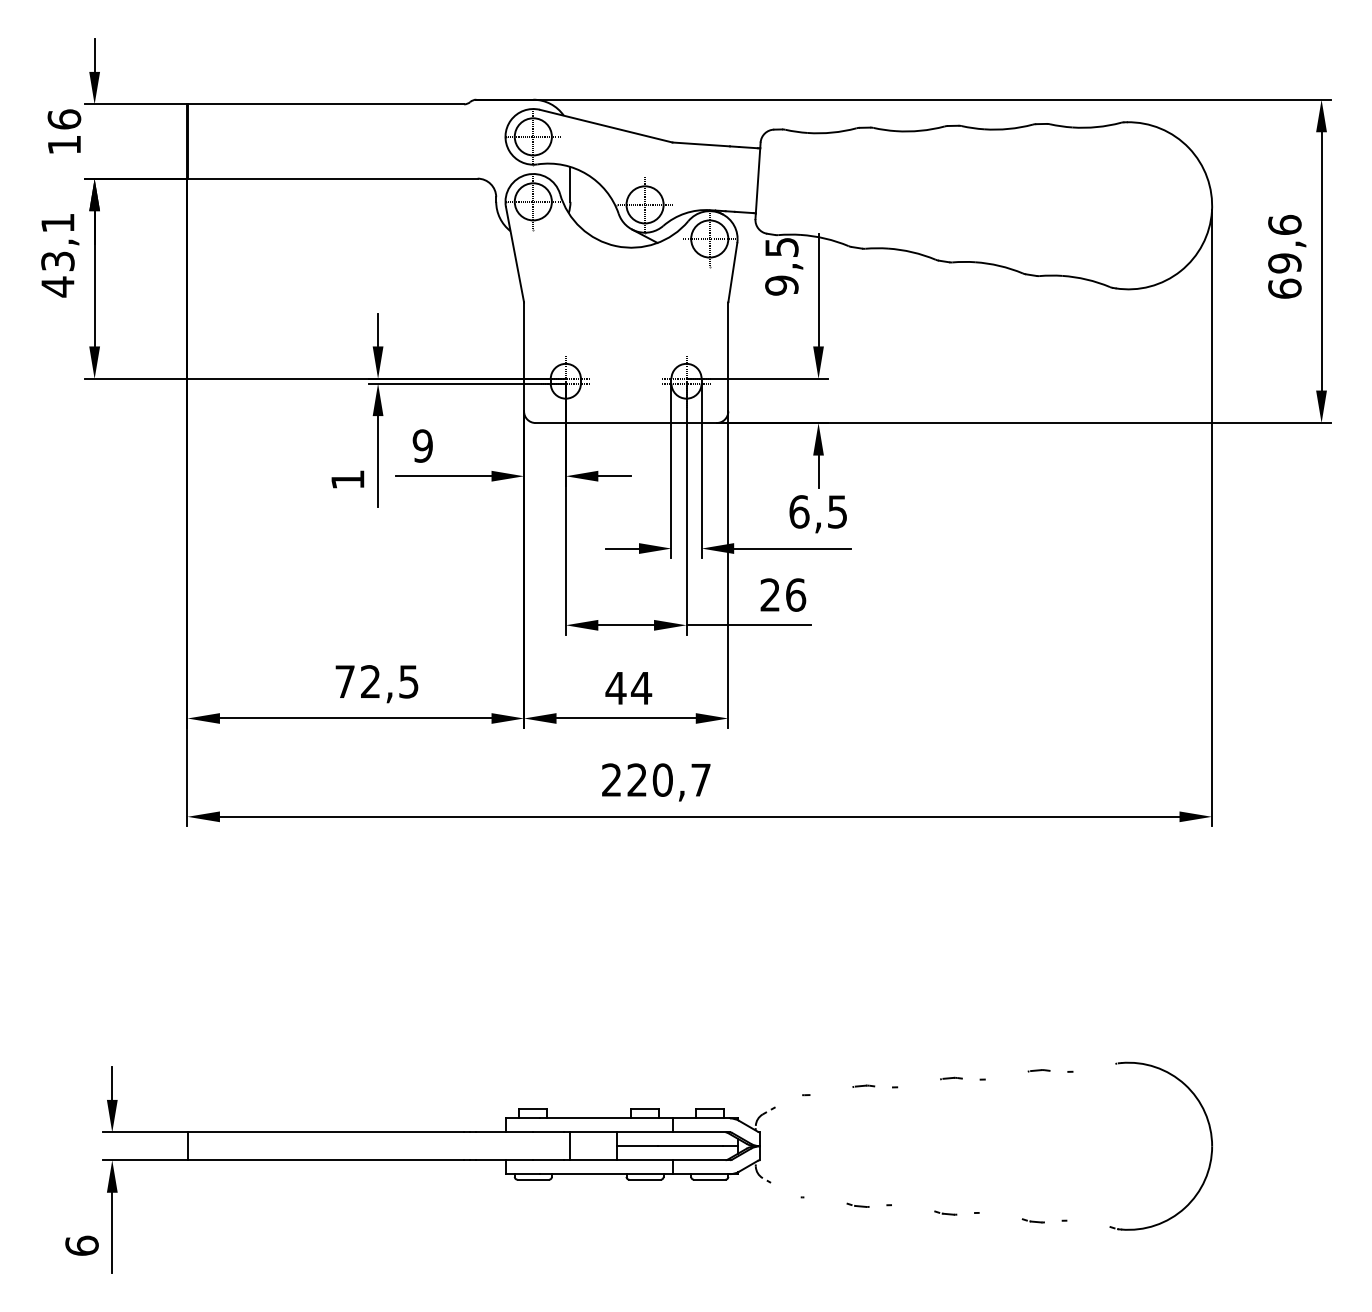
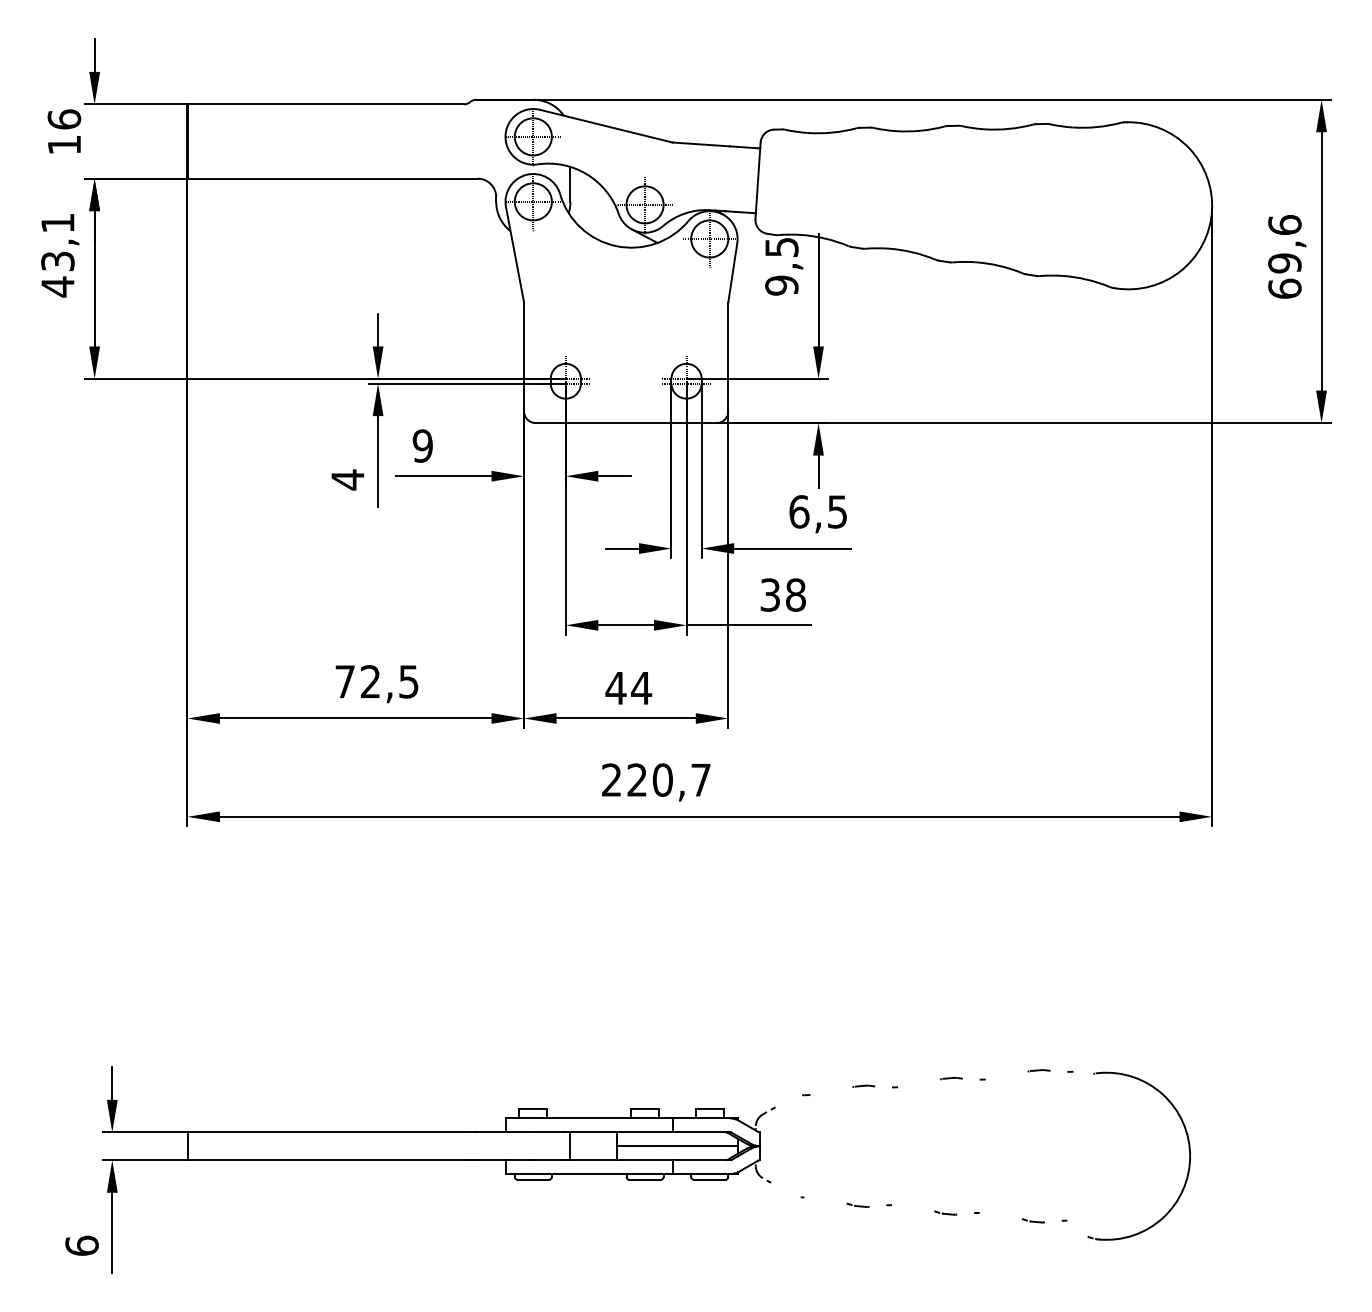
text at (347, 479): 1 -> 4
text at (783, 594): 26 -> 38
part at (1210, 1139) position: (1210, 1139) -> (1188, 1149)
